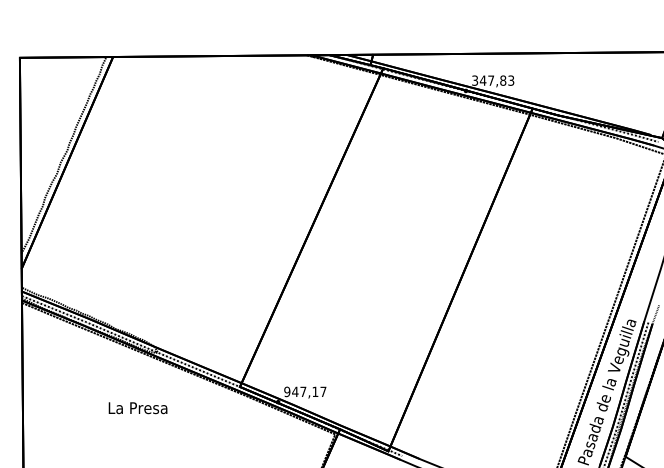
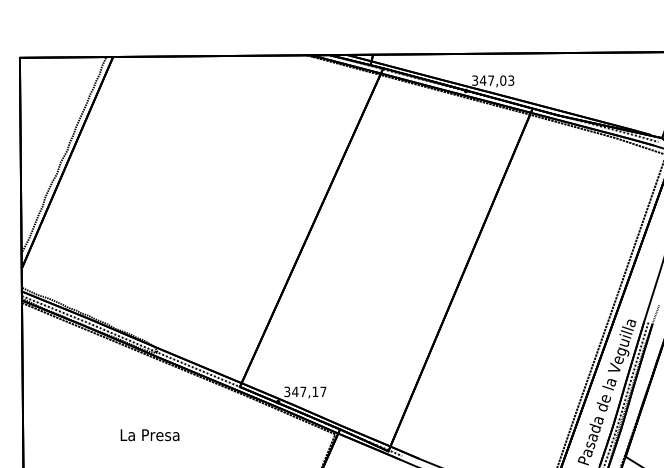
text at (503, 80): 347,83 -> 347,03
text at (287, 391): 947,17 -> 347,17
text at (137, 408) position: (137, 408) -> (149, 435)
